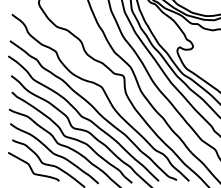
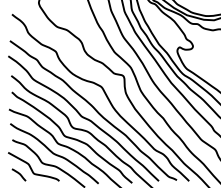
line at (18, 174): none -> present
